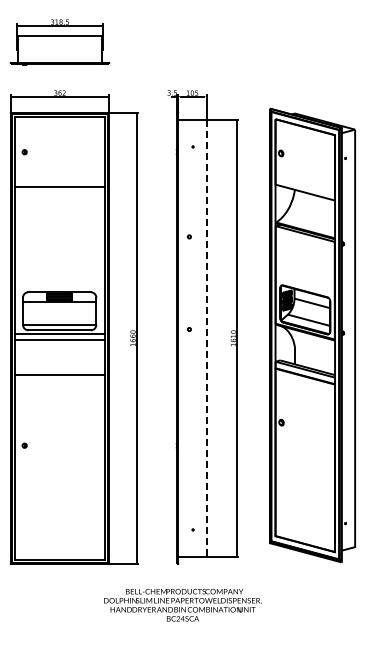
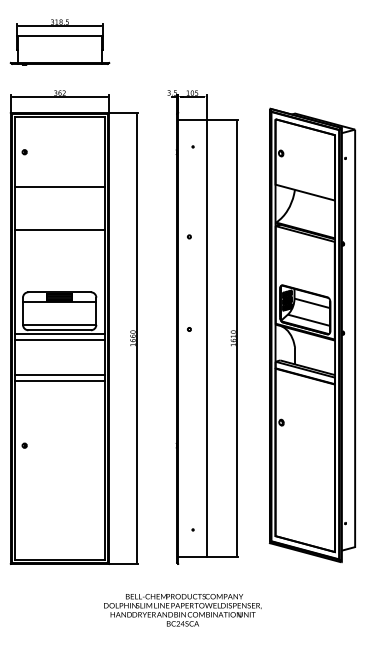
line at (59, 229): none -> present
line at (206, 338): dashed -> solid
line at (59, 380): none -> present
text at (182, 605) position: (182, 605) -> (182, 610)
